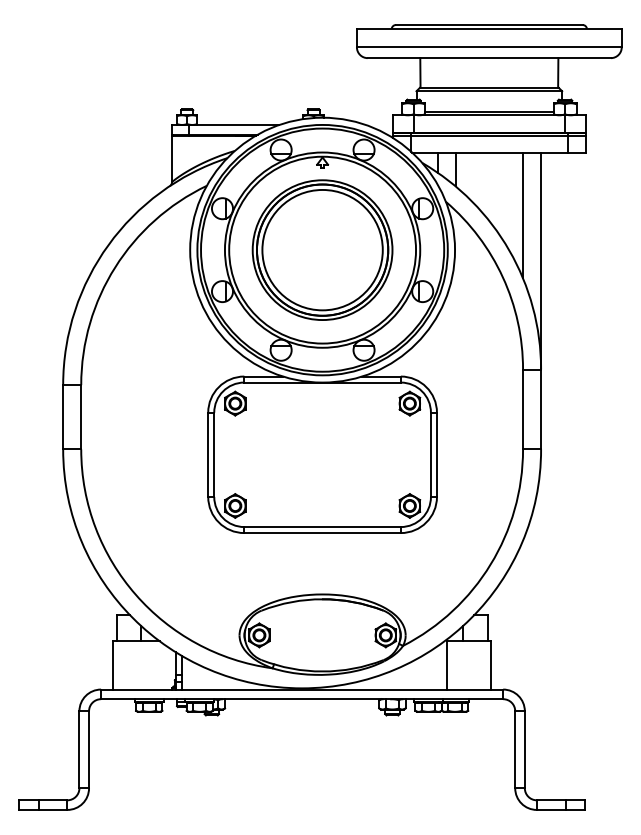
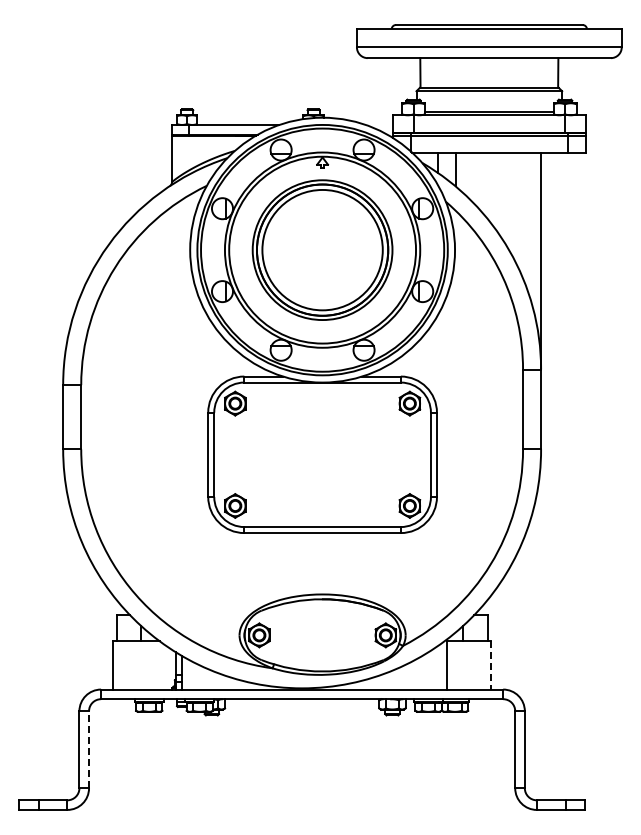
line at (523, 215): present -> none
line at (491, 665): solid -> dashed
line at (89, 749): solid -> dashed
